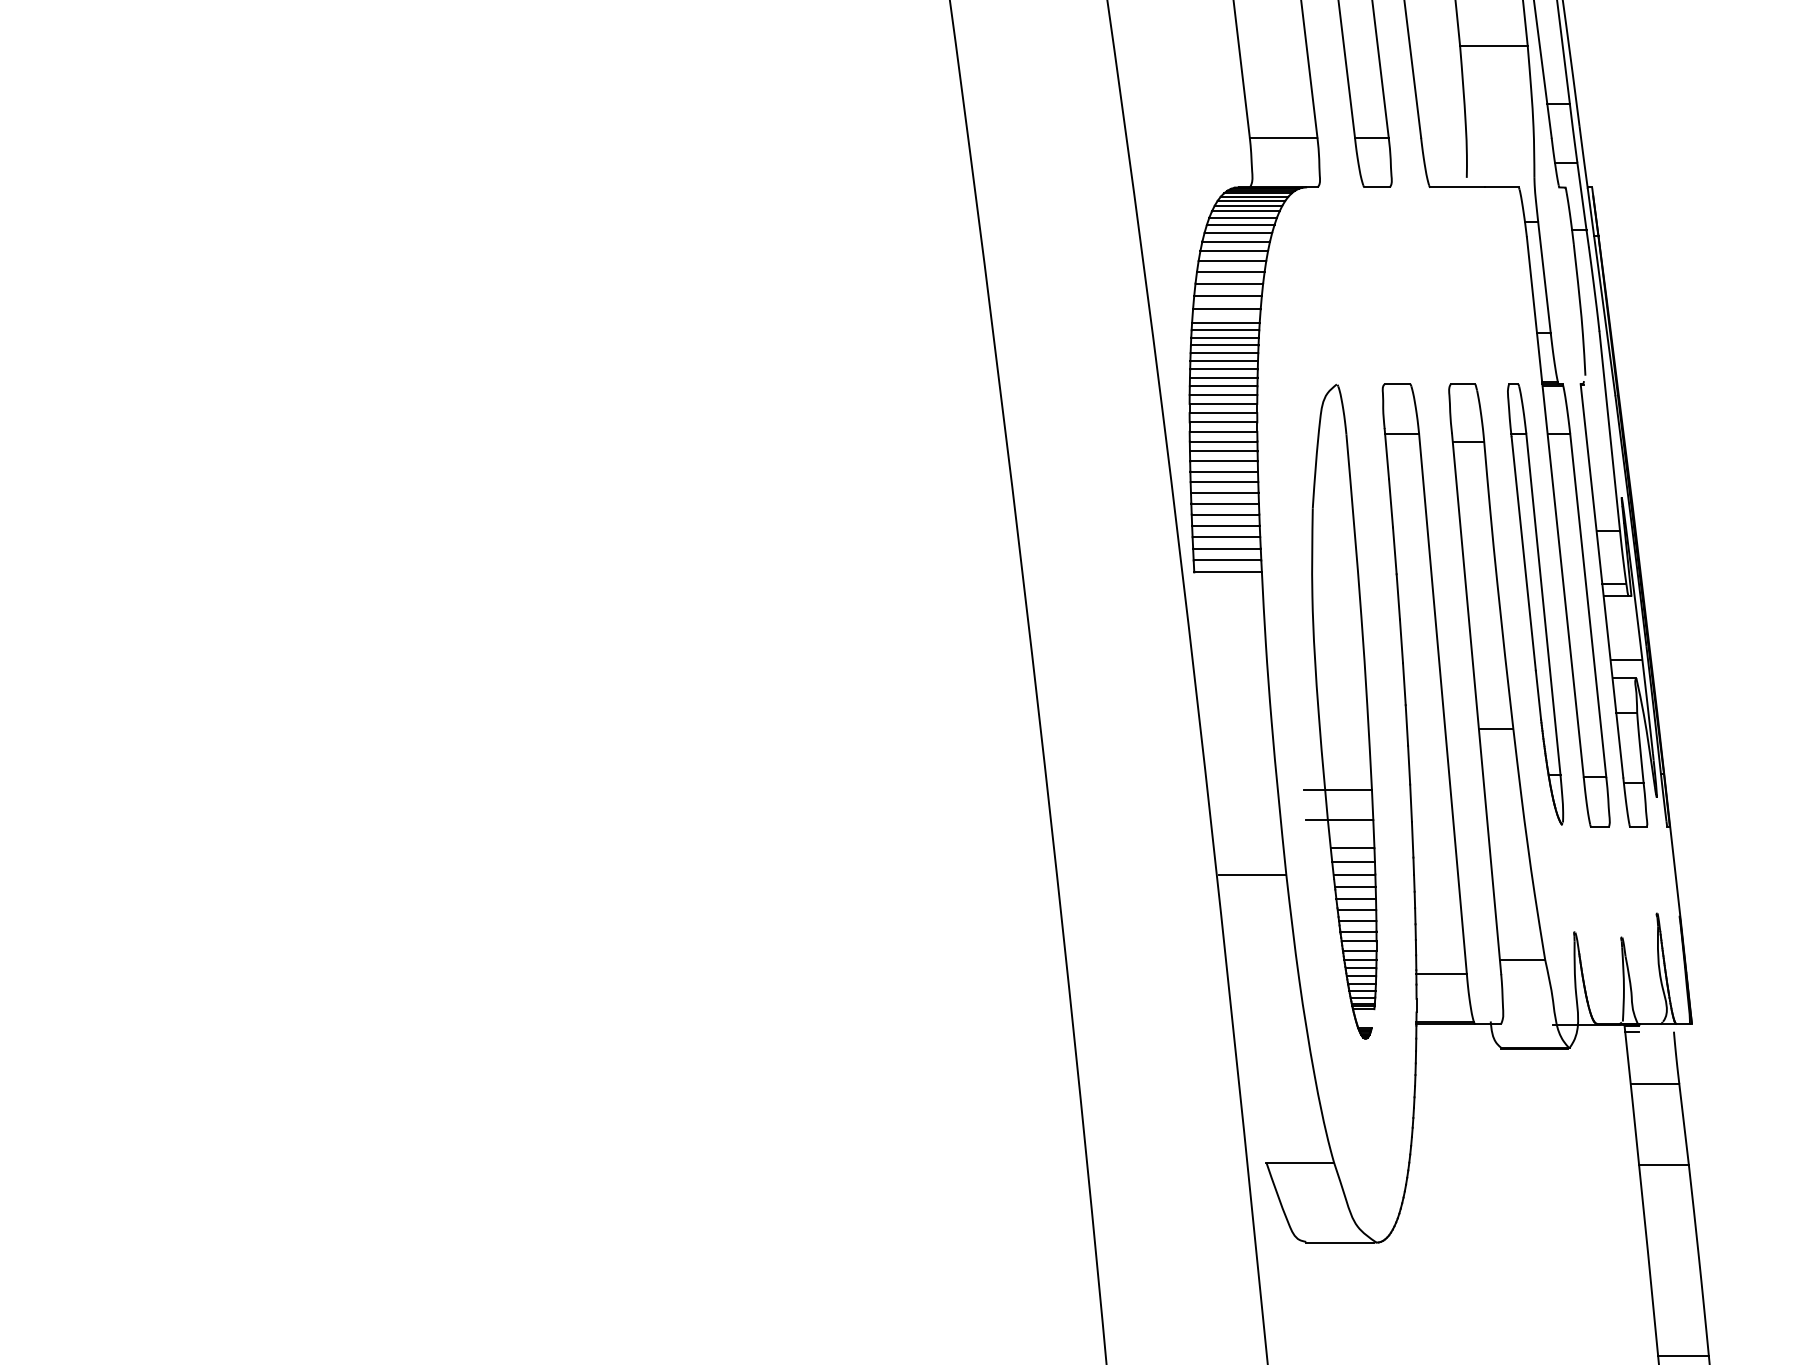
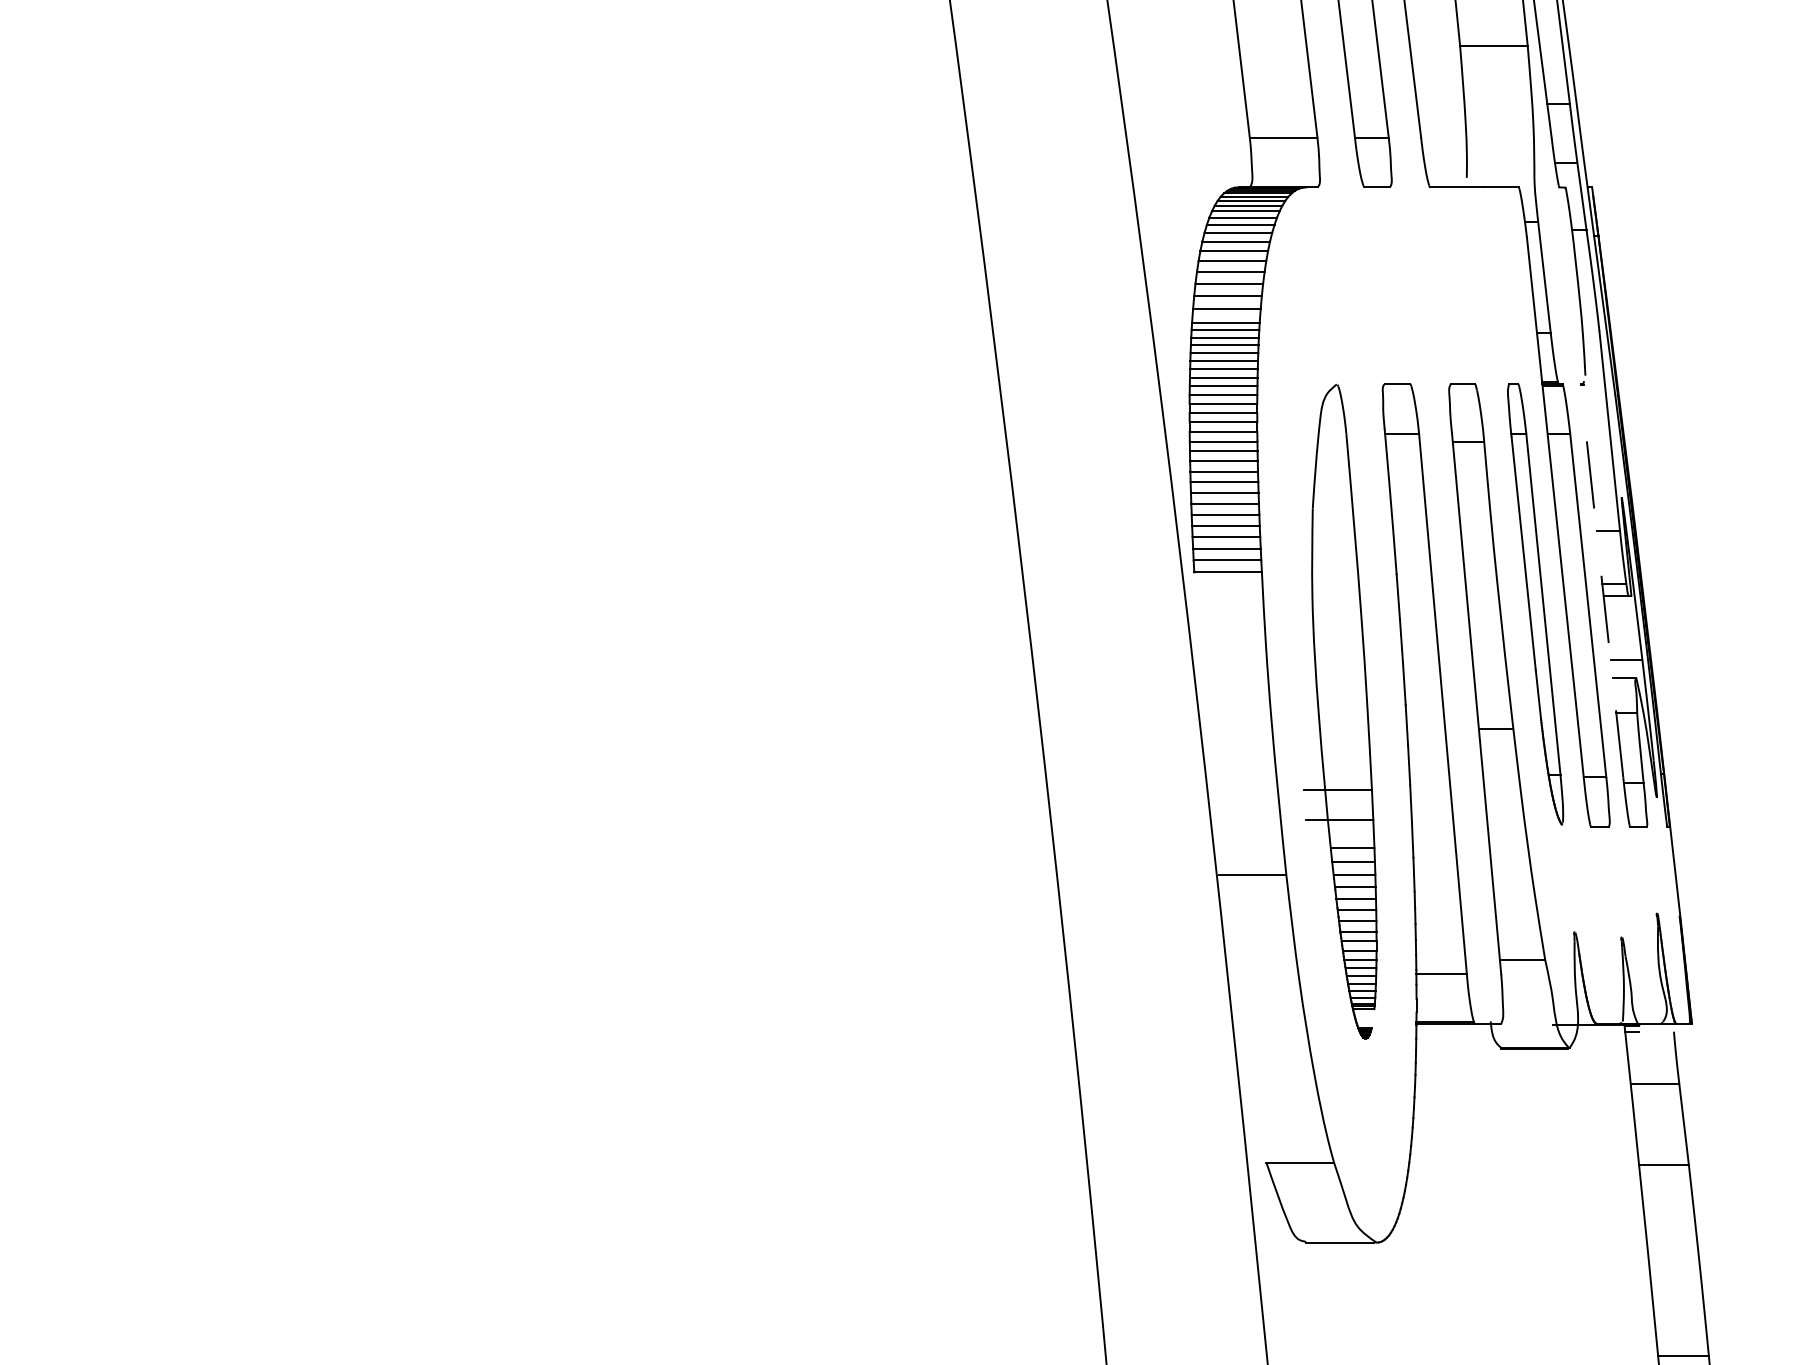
line at (1601, 580): solid -> dashed
